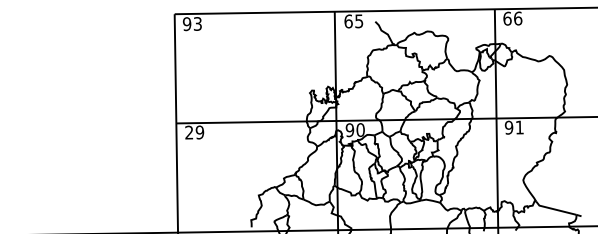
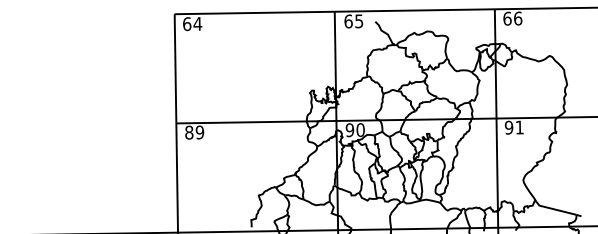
text at (192, 24): 93 -> 64
text at (189, 132): 29 -> 89
